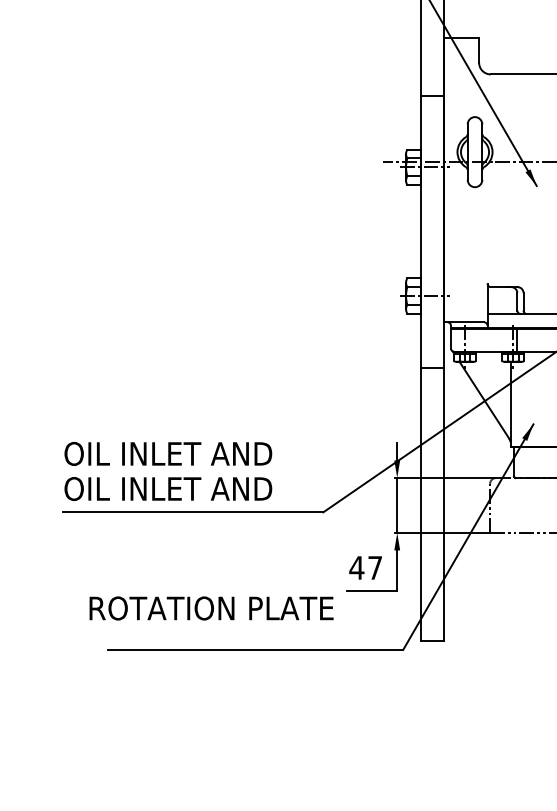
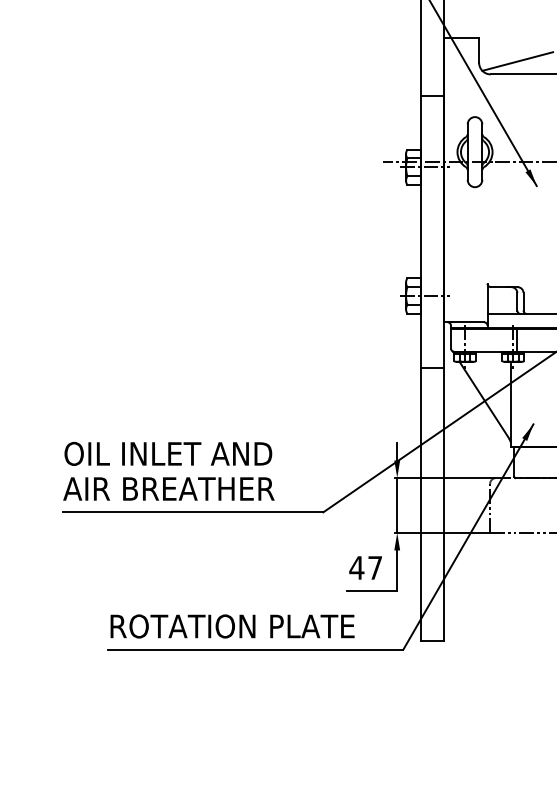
line at (517, 61): none -> present
text at (168, 489): OIL INLET AND -> AIR BREATHER
text at (211, 608) position: (211, 608) -> (232, 626)
